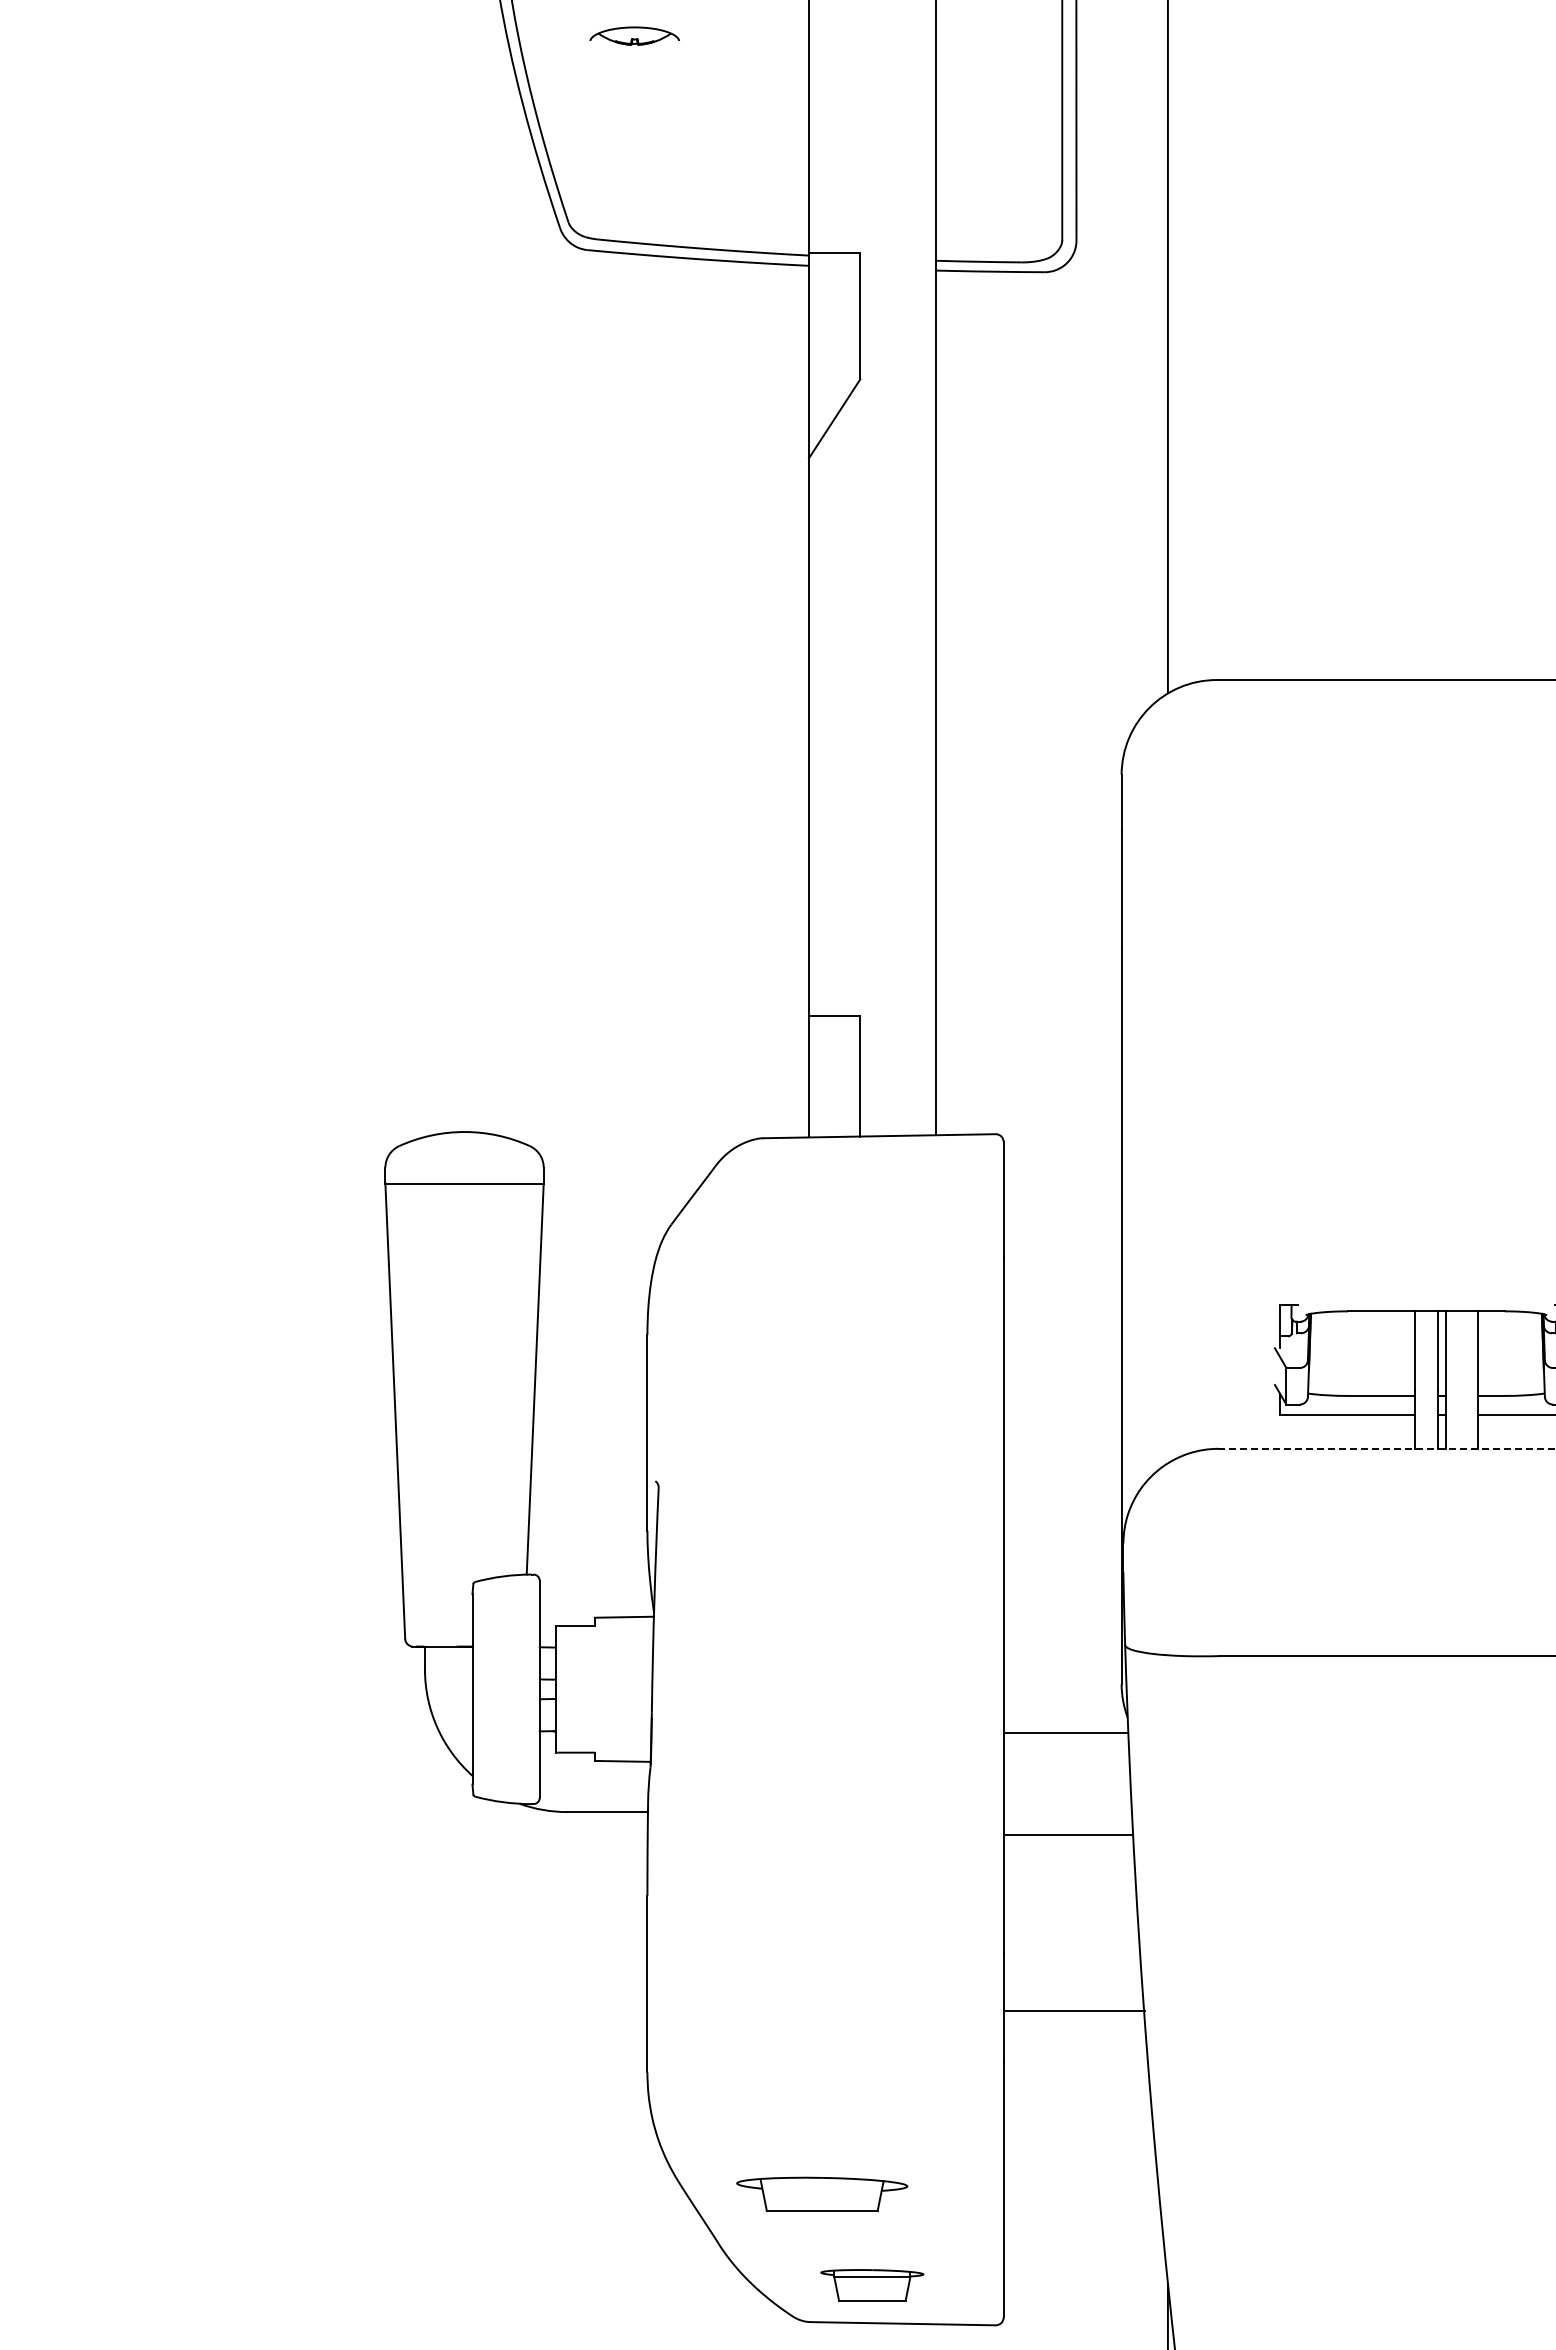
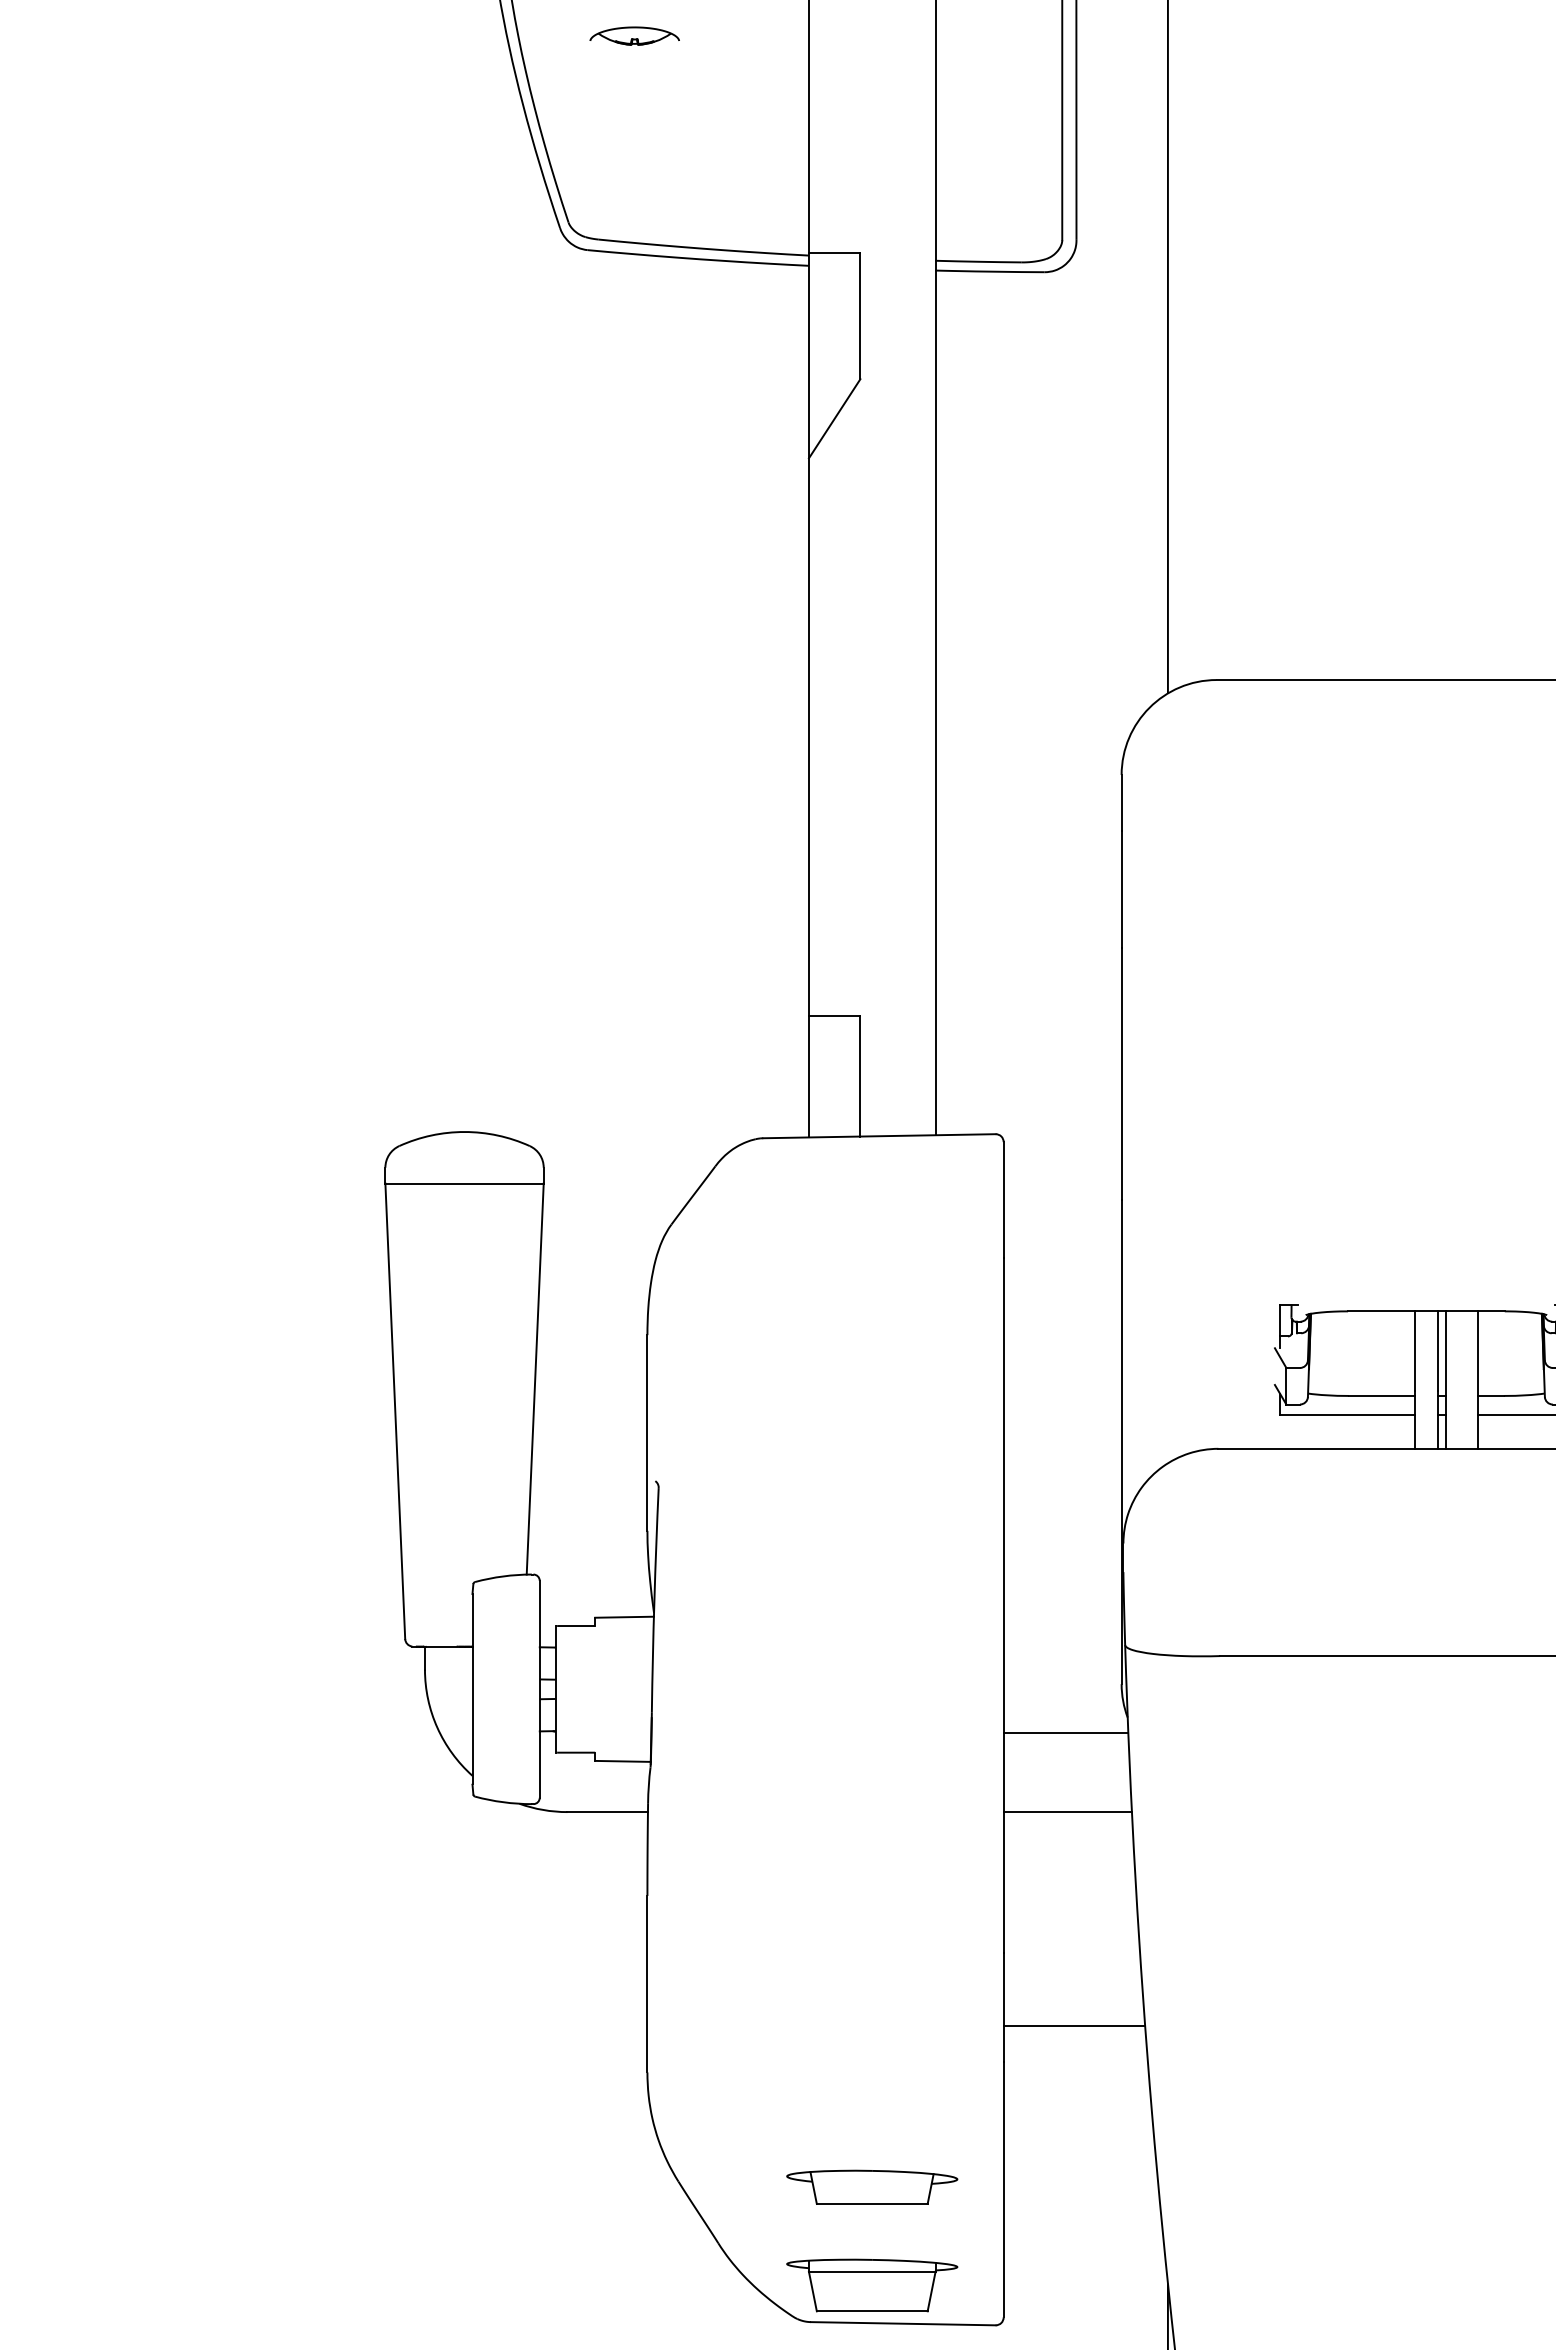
line at (1387, 1448): dashed -> solid
line at (1067, 1835) position: (1067, 1835) -> (1067, 1812)
line at (1074, 2010) position: (1074, 2010) -> (1074, 2025)
part at (822, 2193) position: (822, 2193) -> (872, 2186)
part at (872, 2285) size: 105x33 px -> 173x55 px
